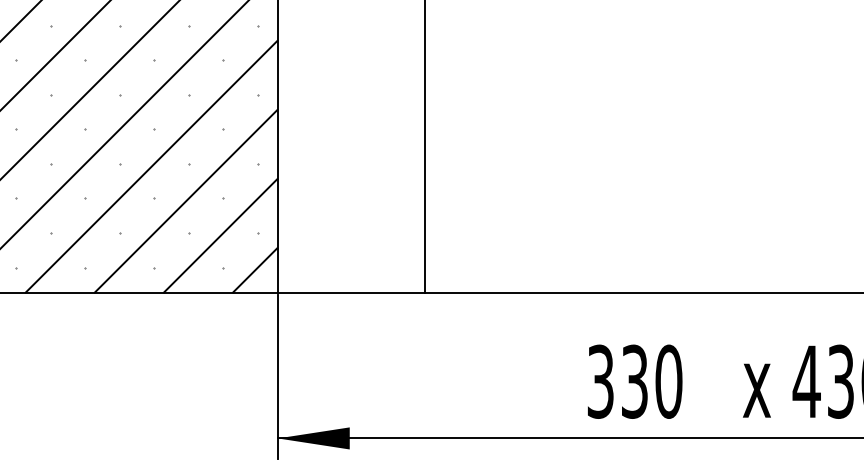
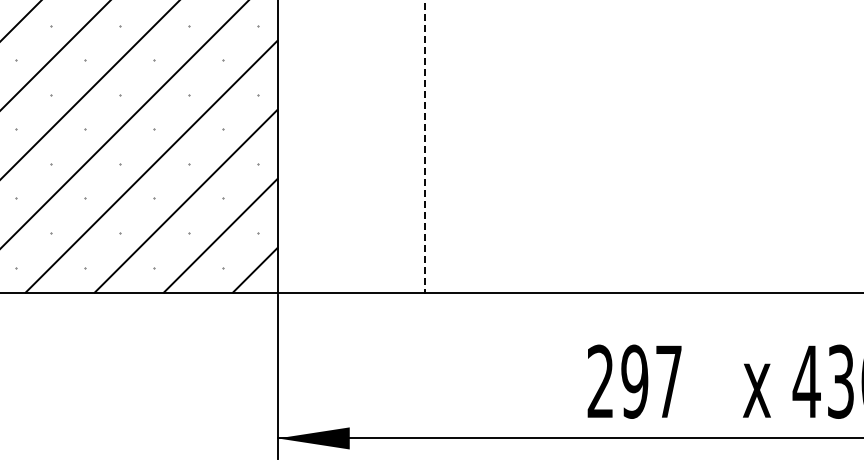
line at (424, 147): solid -> dashed
text at (634, 381): 330 -> 297
